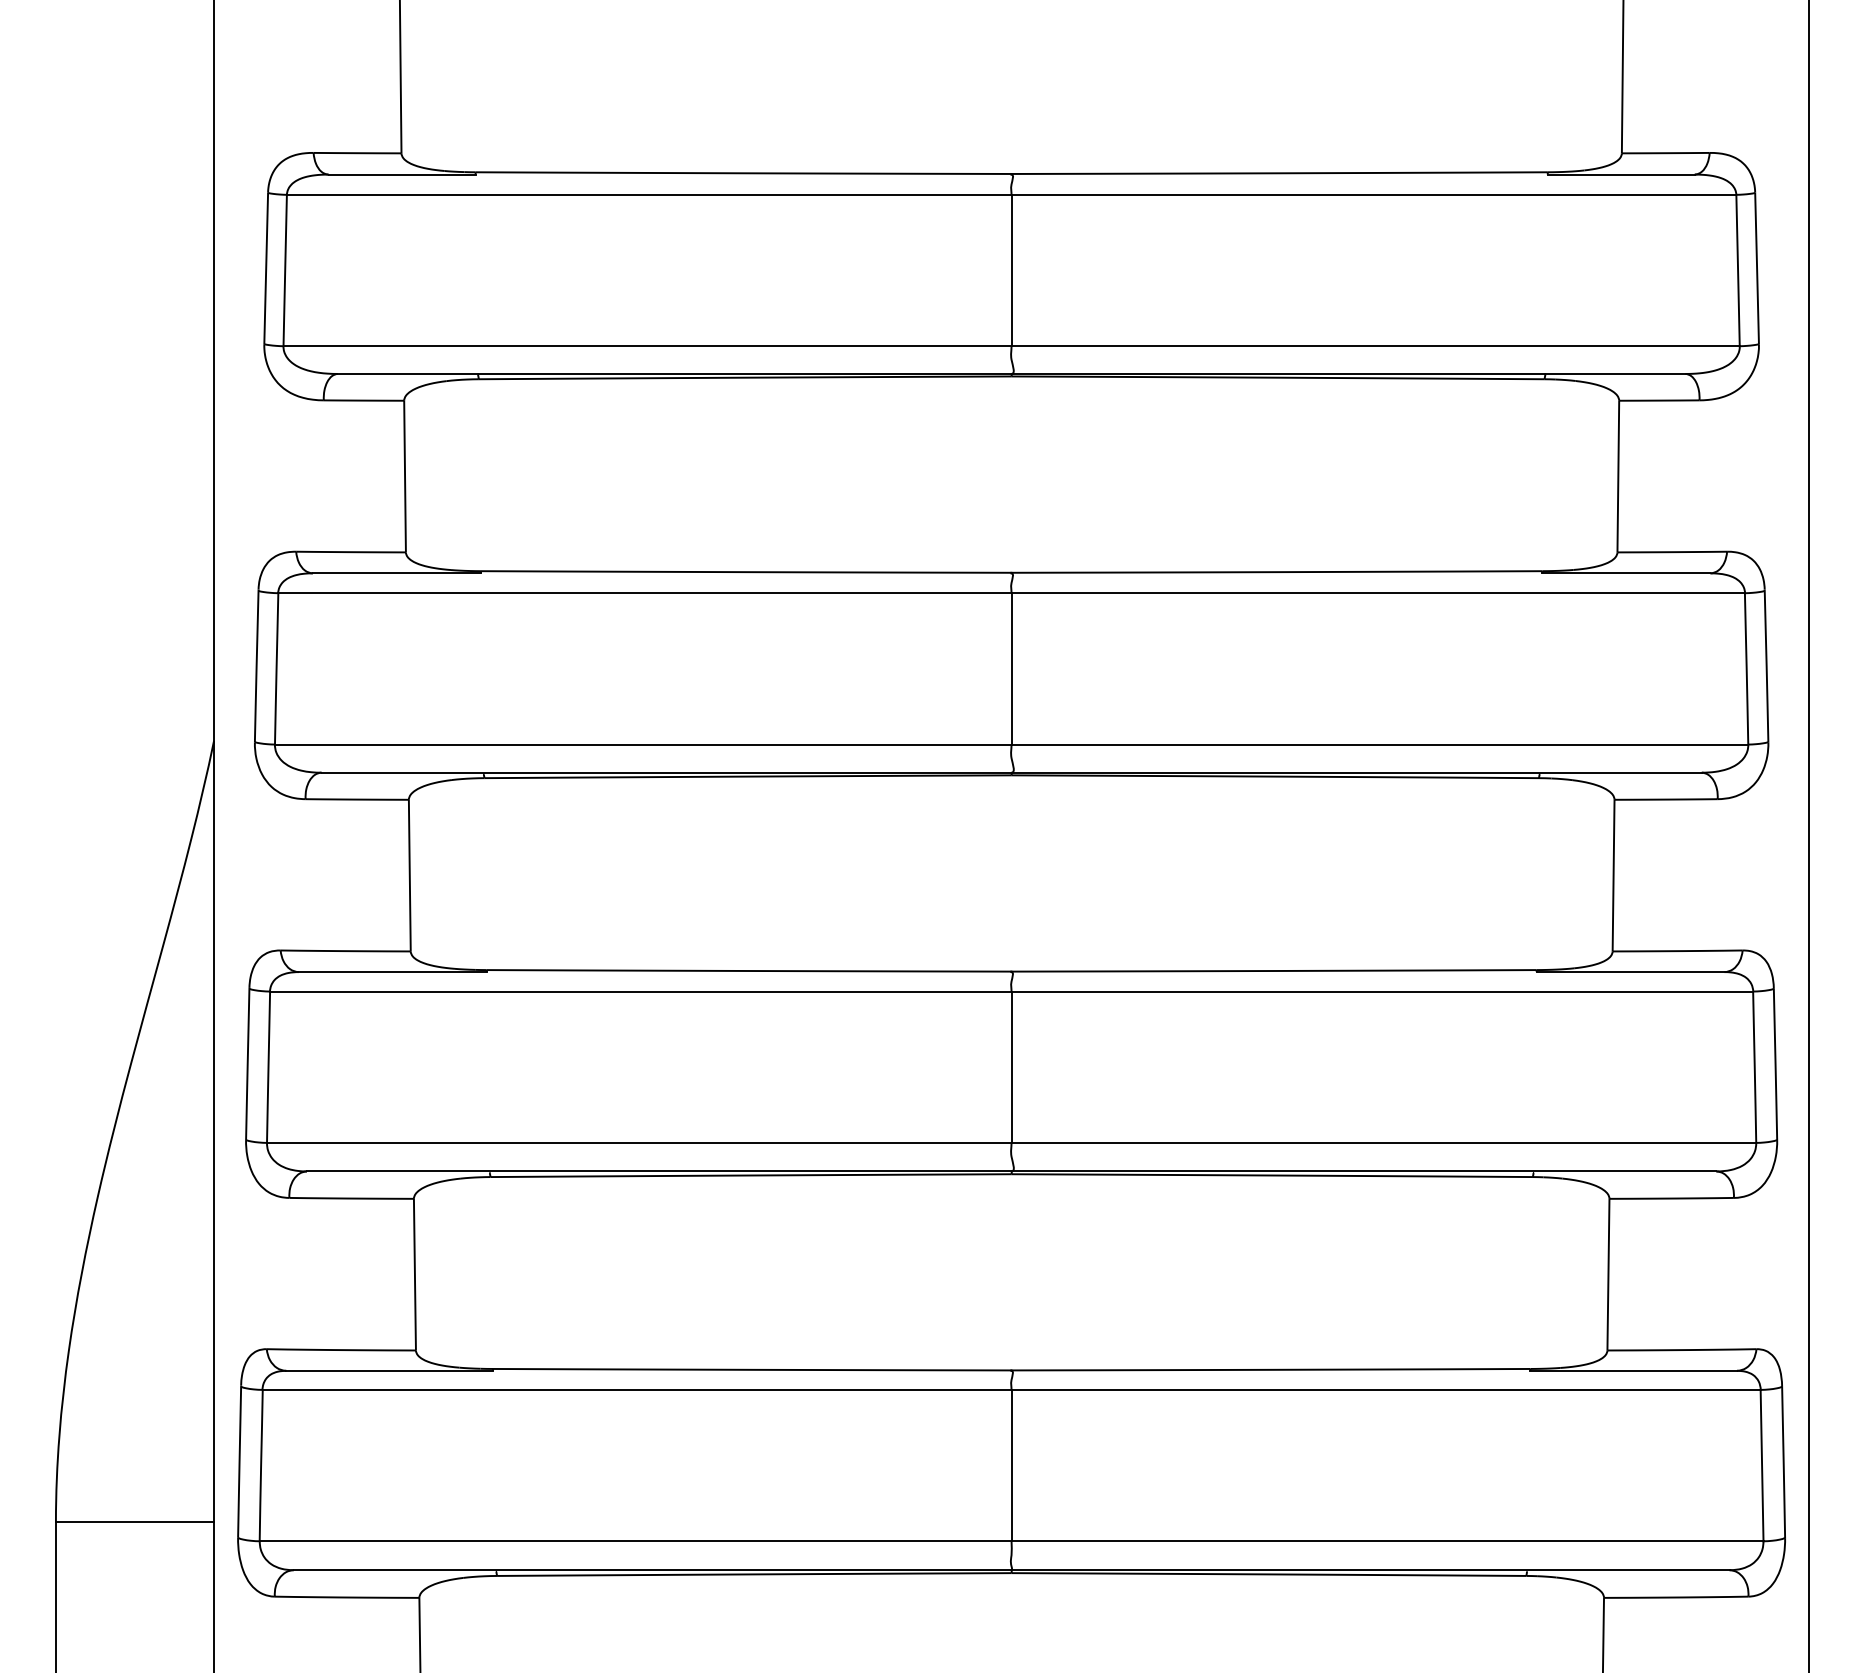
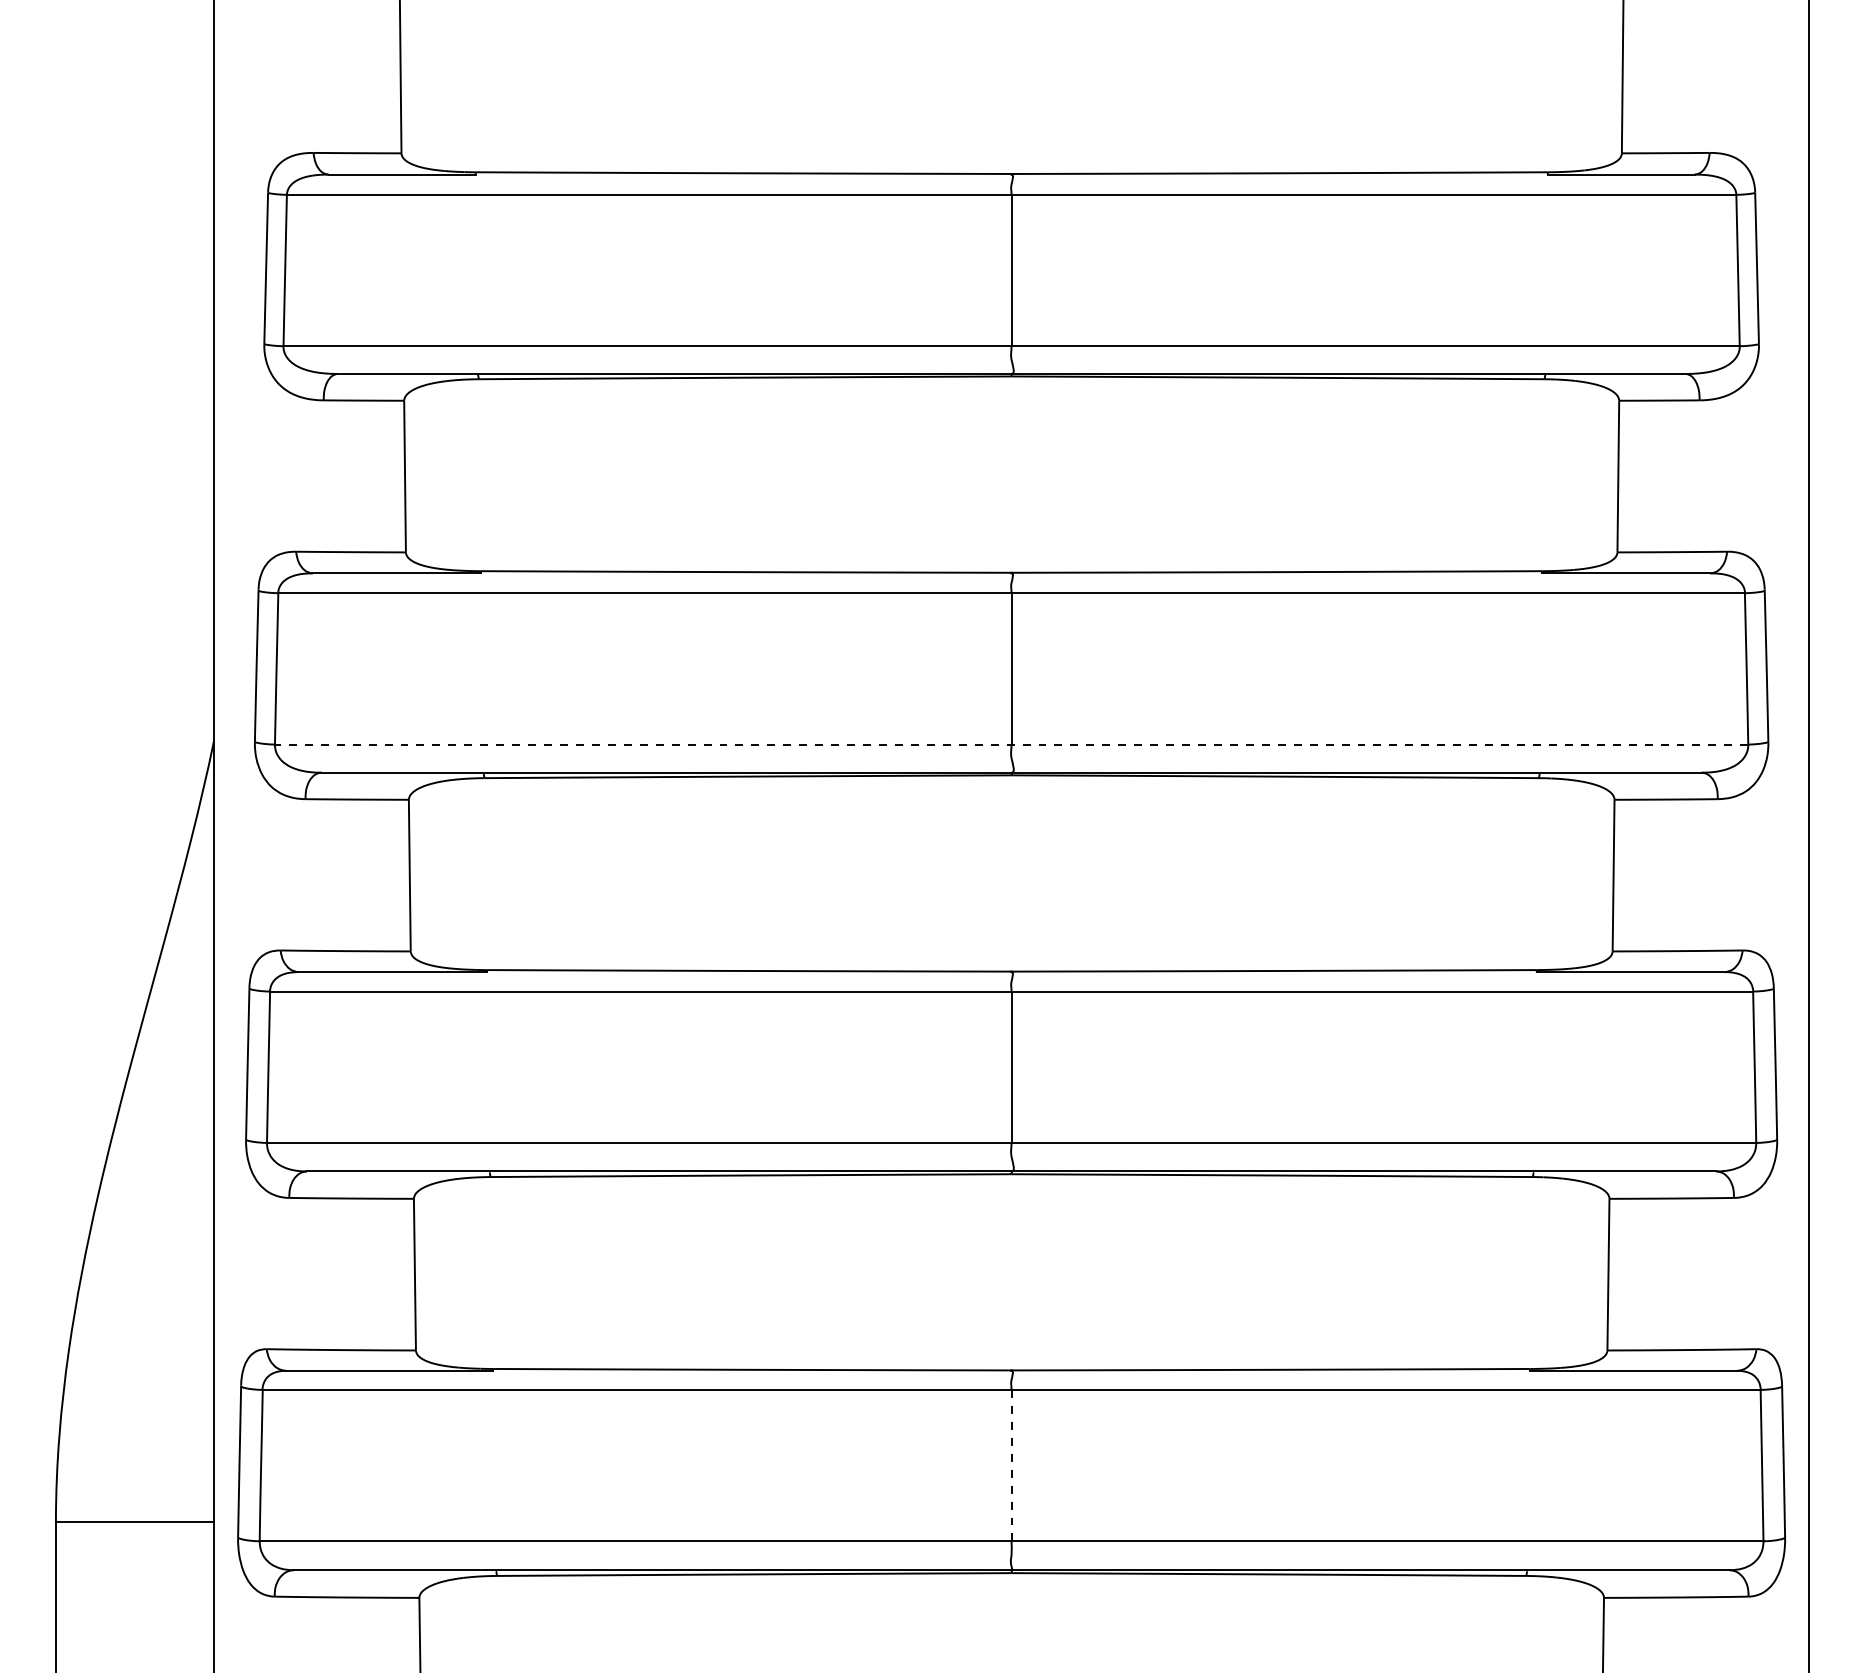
line at (1011, 744): solid -> dashed
line at (1011, 1465): solid -> dashed
